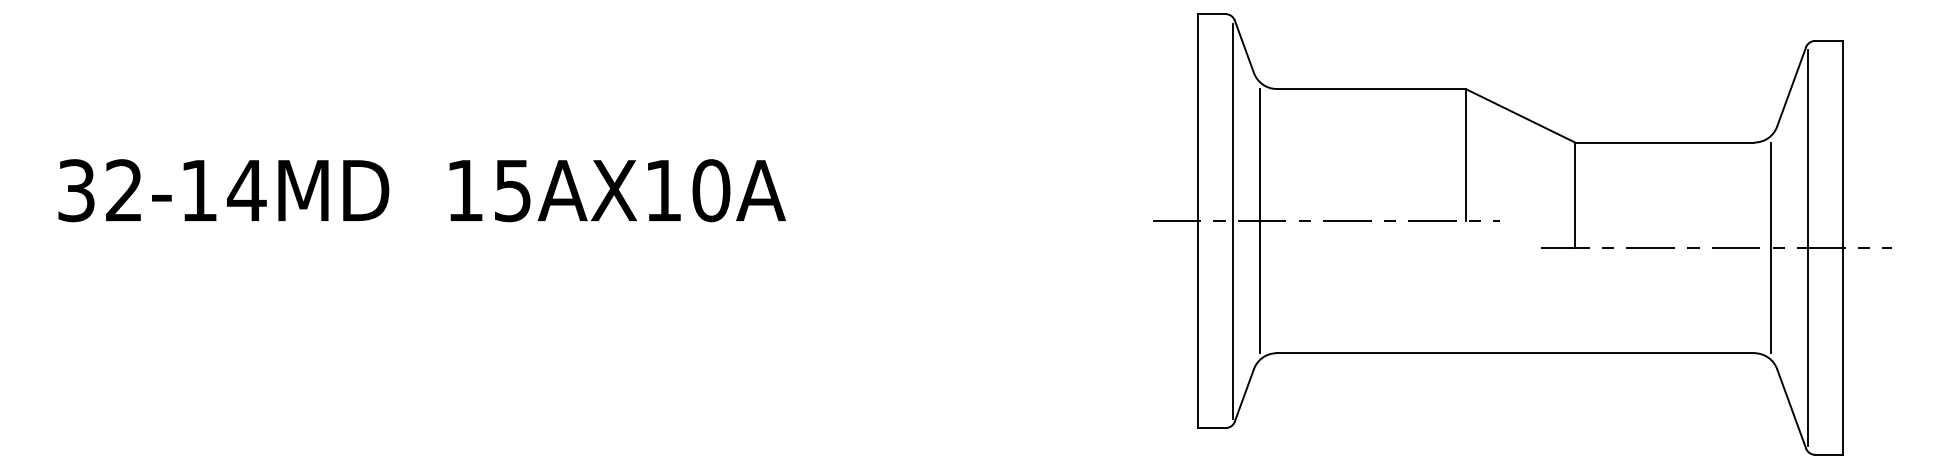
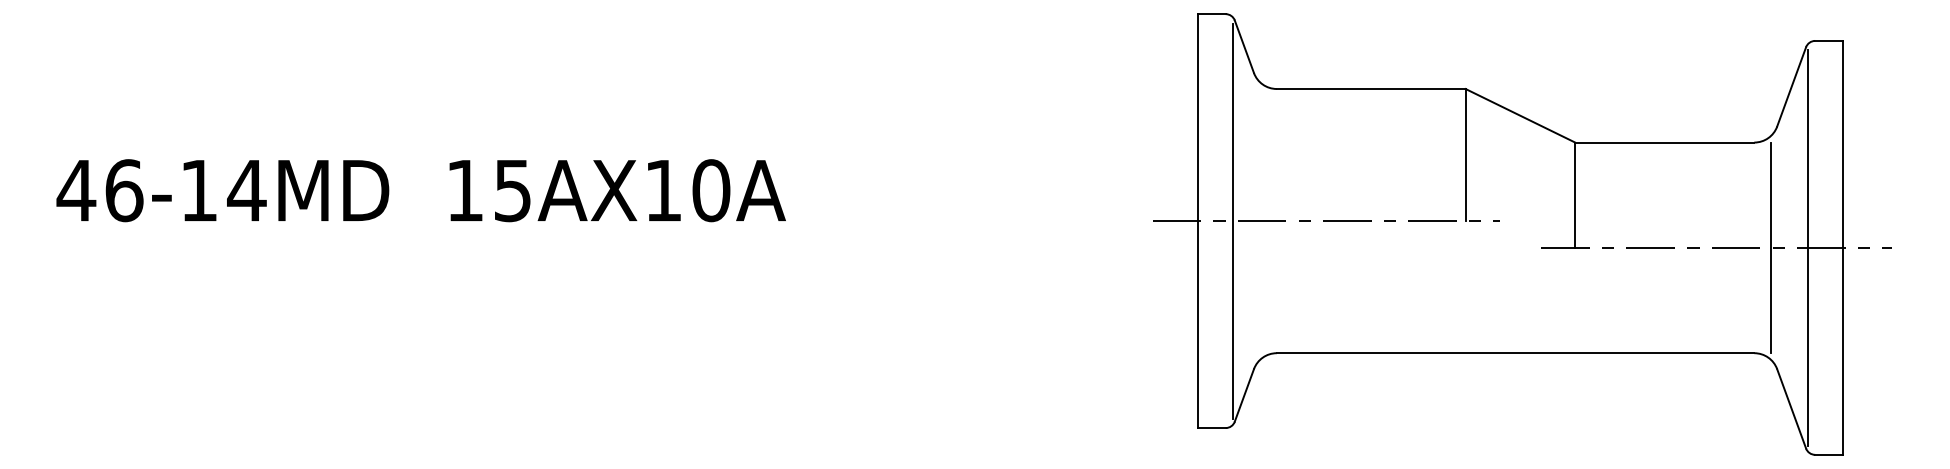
text at (99, 190): 32-14MD -> 46-14MD
line at (1259, 221): present -> none
